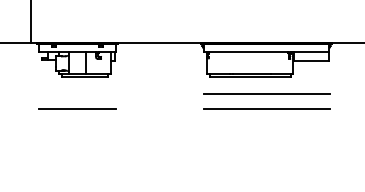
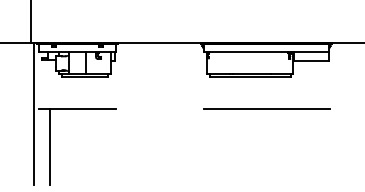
line at (266, 93): present -> none
line at (34, 113): none -> present
line at (50, 146): none -> present
